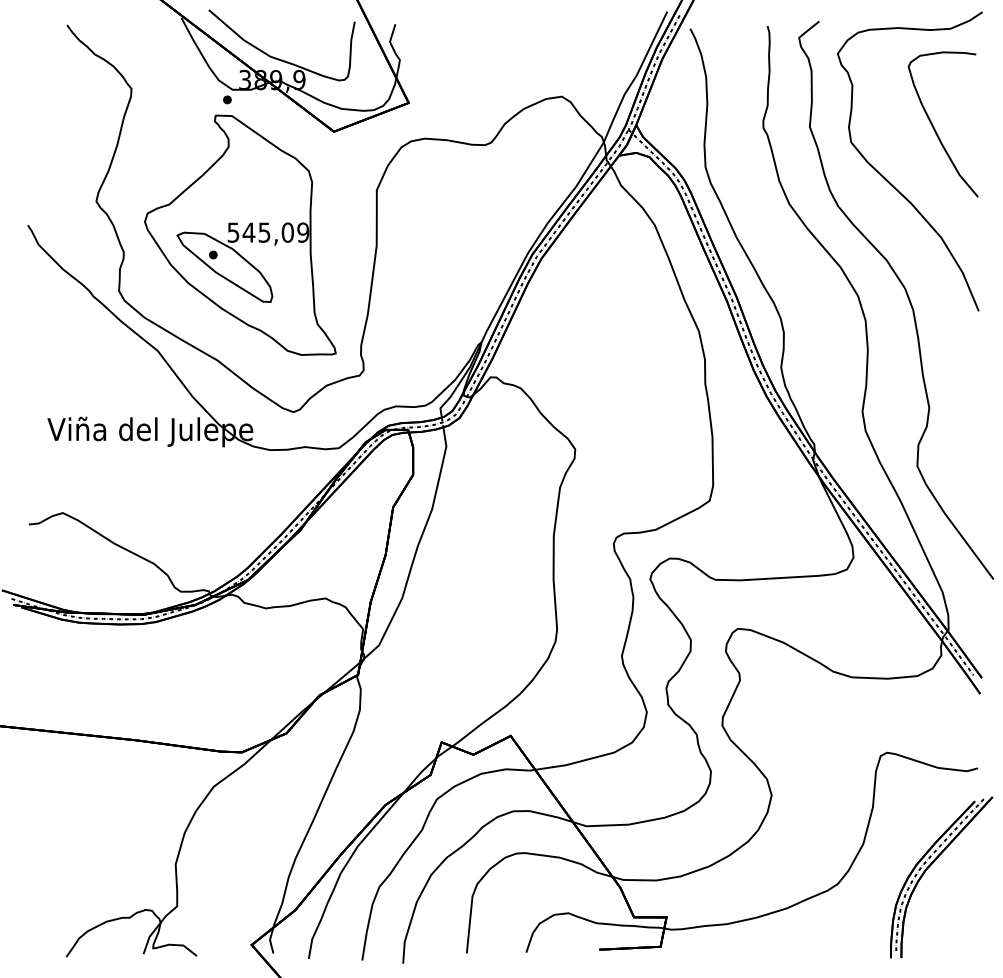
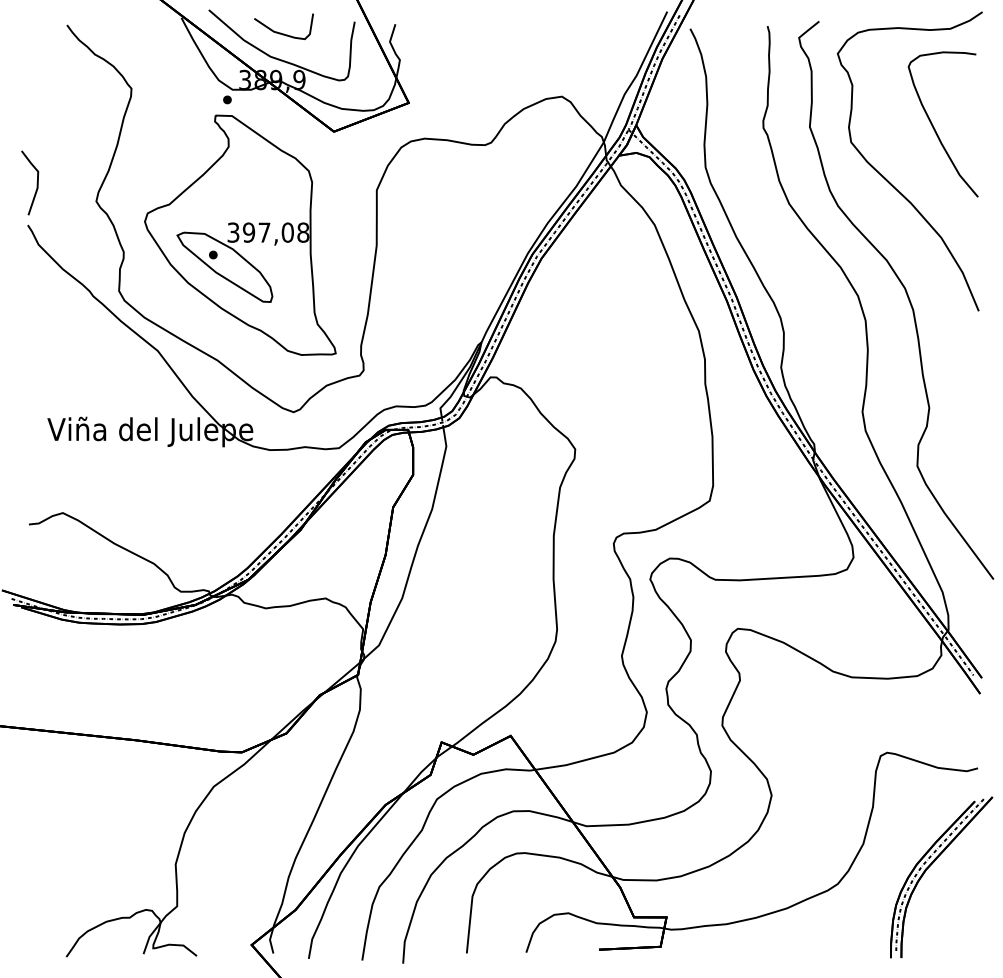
curve at (280, 32): none -> present
line at (36, 182): none -> present
text at (268, 232): 545,09 -> 397,08
